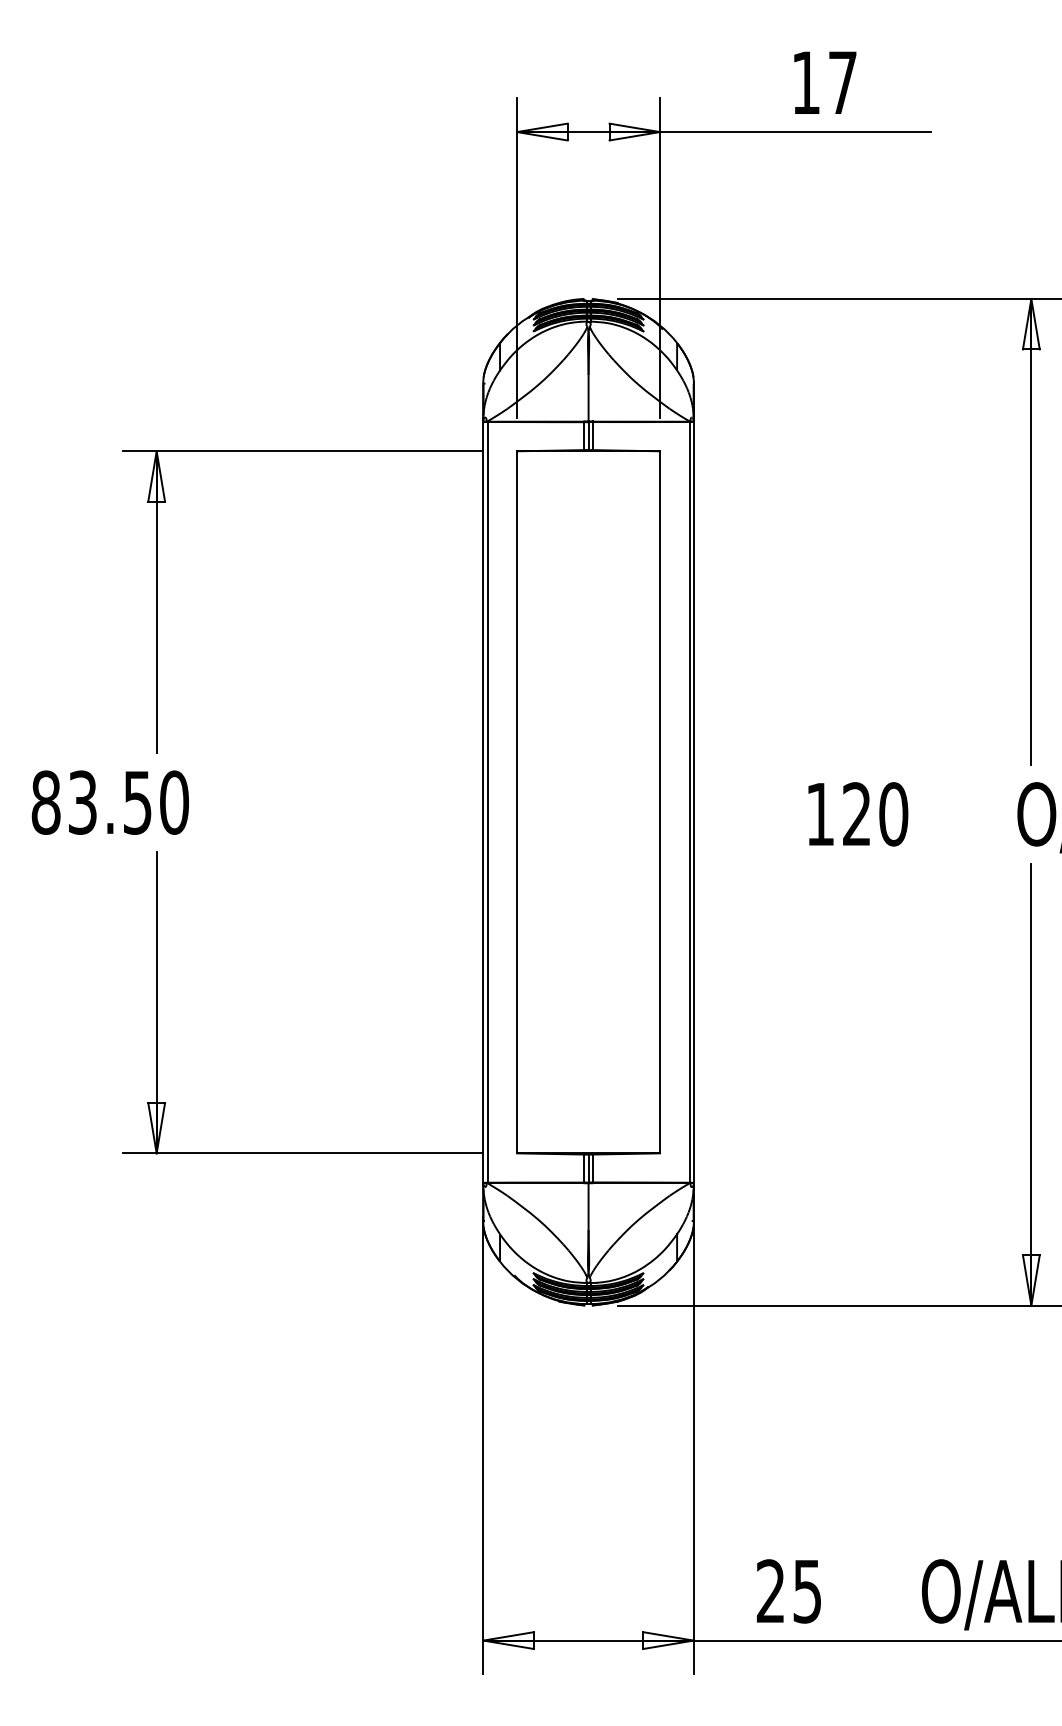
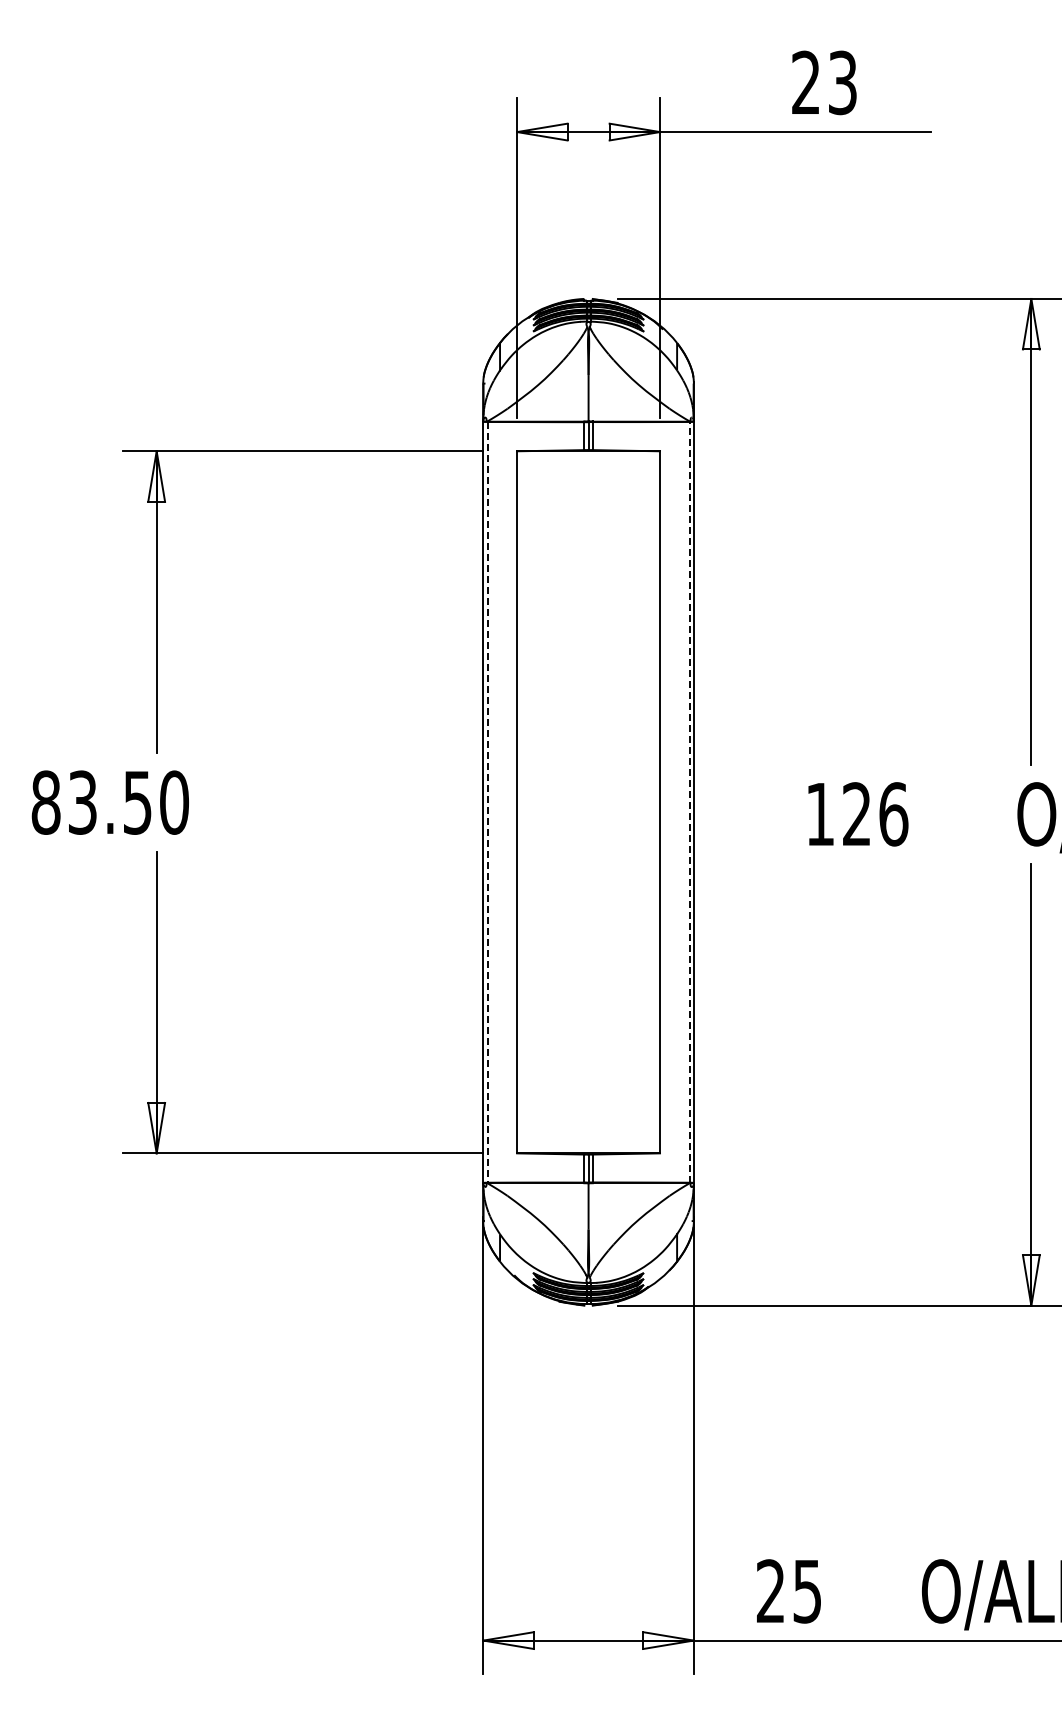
text at (824, 82): 17 -> 23
line at (487, 802): solid -> dashed
line at (689, 802): solid -> dashed
text at (893, 814): 120 -> 126
